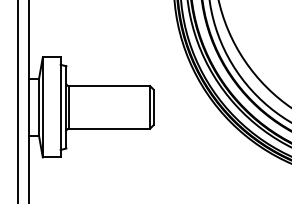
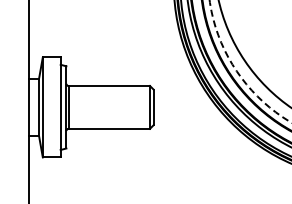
arc at (236, 71): solid -> dashed
line at (17, 101): present -> none
